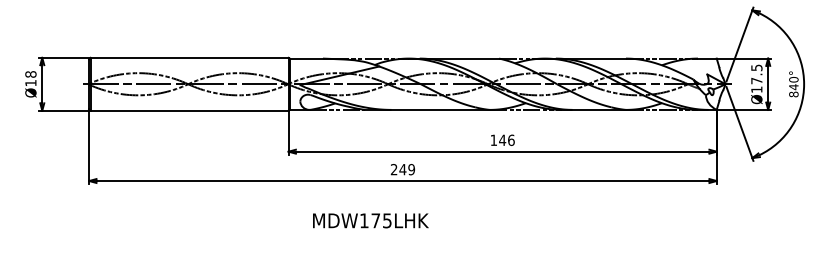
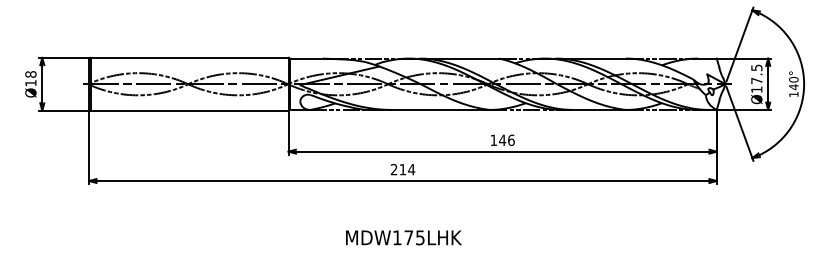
text at (793, 94): 840° -> 140°
text at (407, 169): 249 -> 214
text at (370, 220) position: (370, 220) -> (403, 237)
